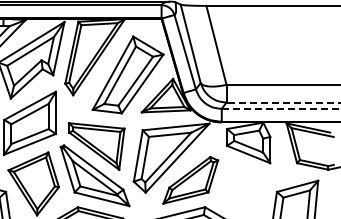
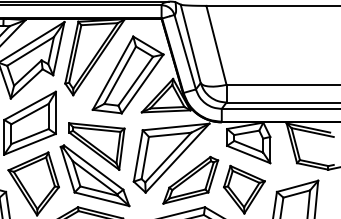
line at (283, 102): dashed -> solid
line at (280, 108): dashed -> solid
part at (244, 189): none -> present
